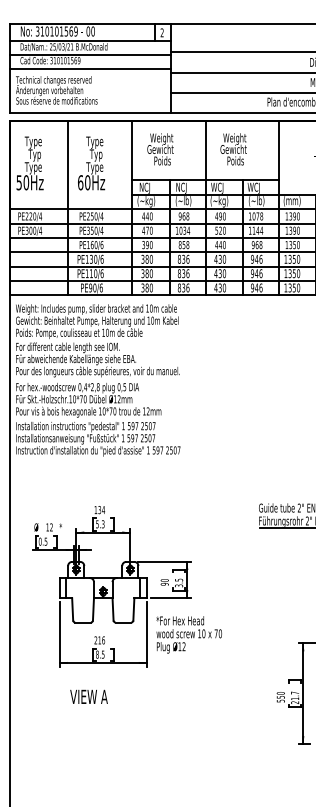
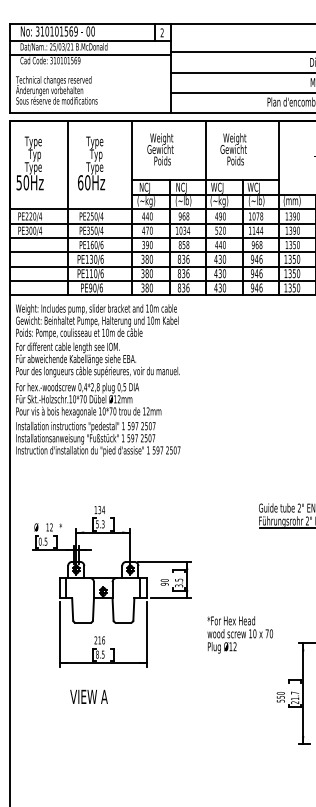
line at (90, 68): present -> none
text at (188, 634) position: (188, 634) -> (239, 634)
